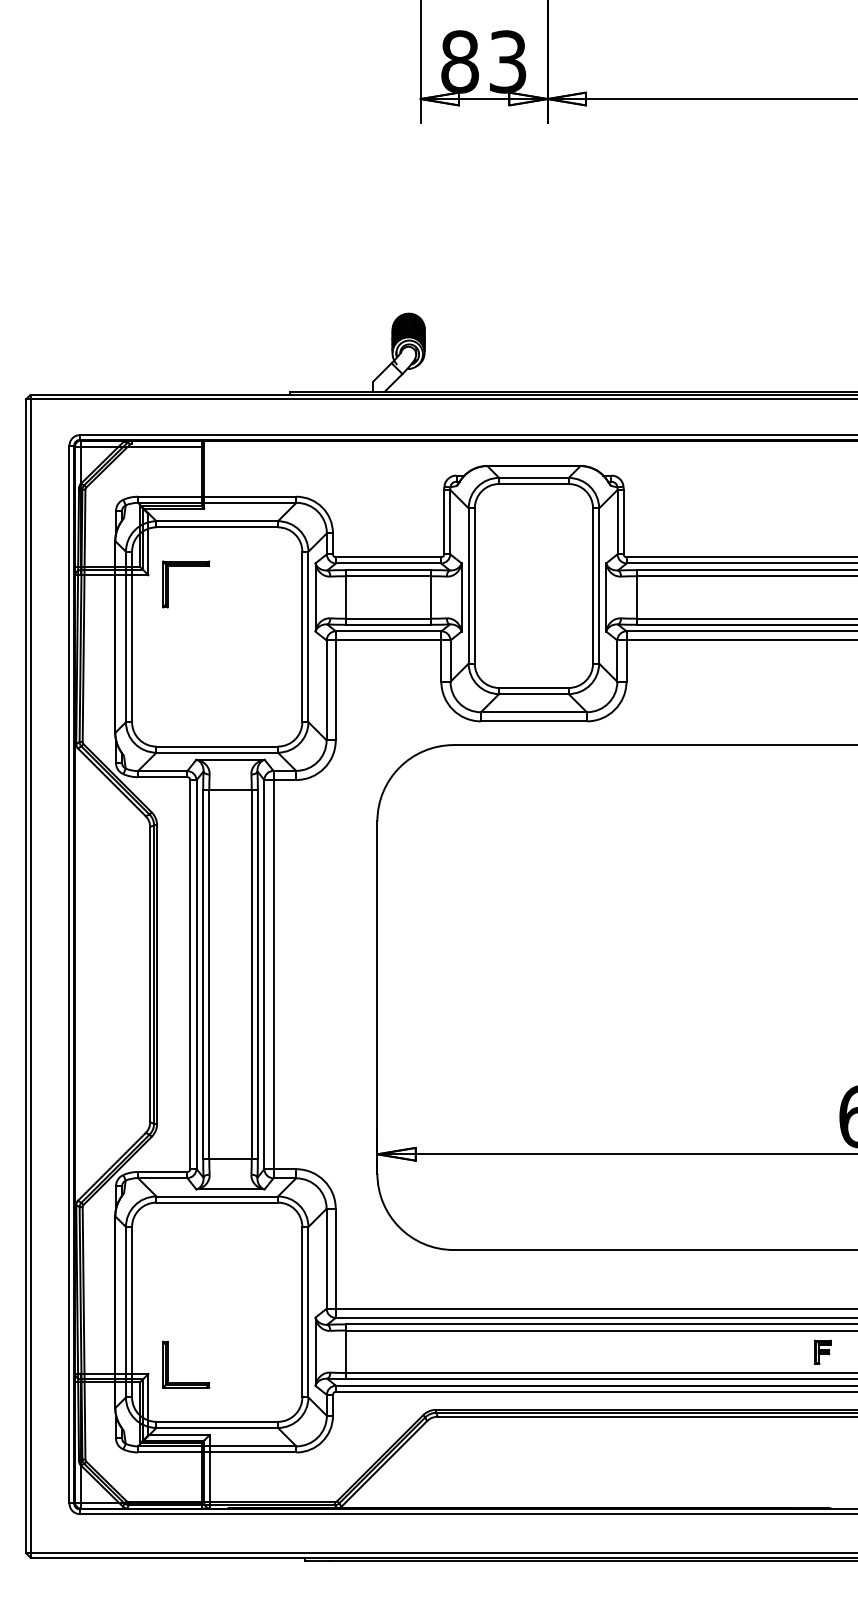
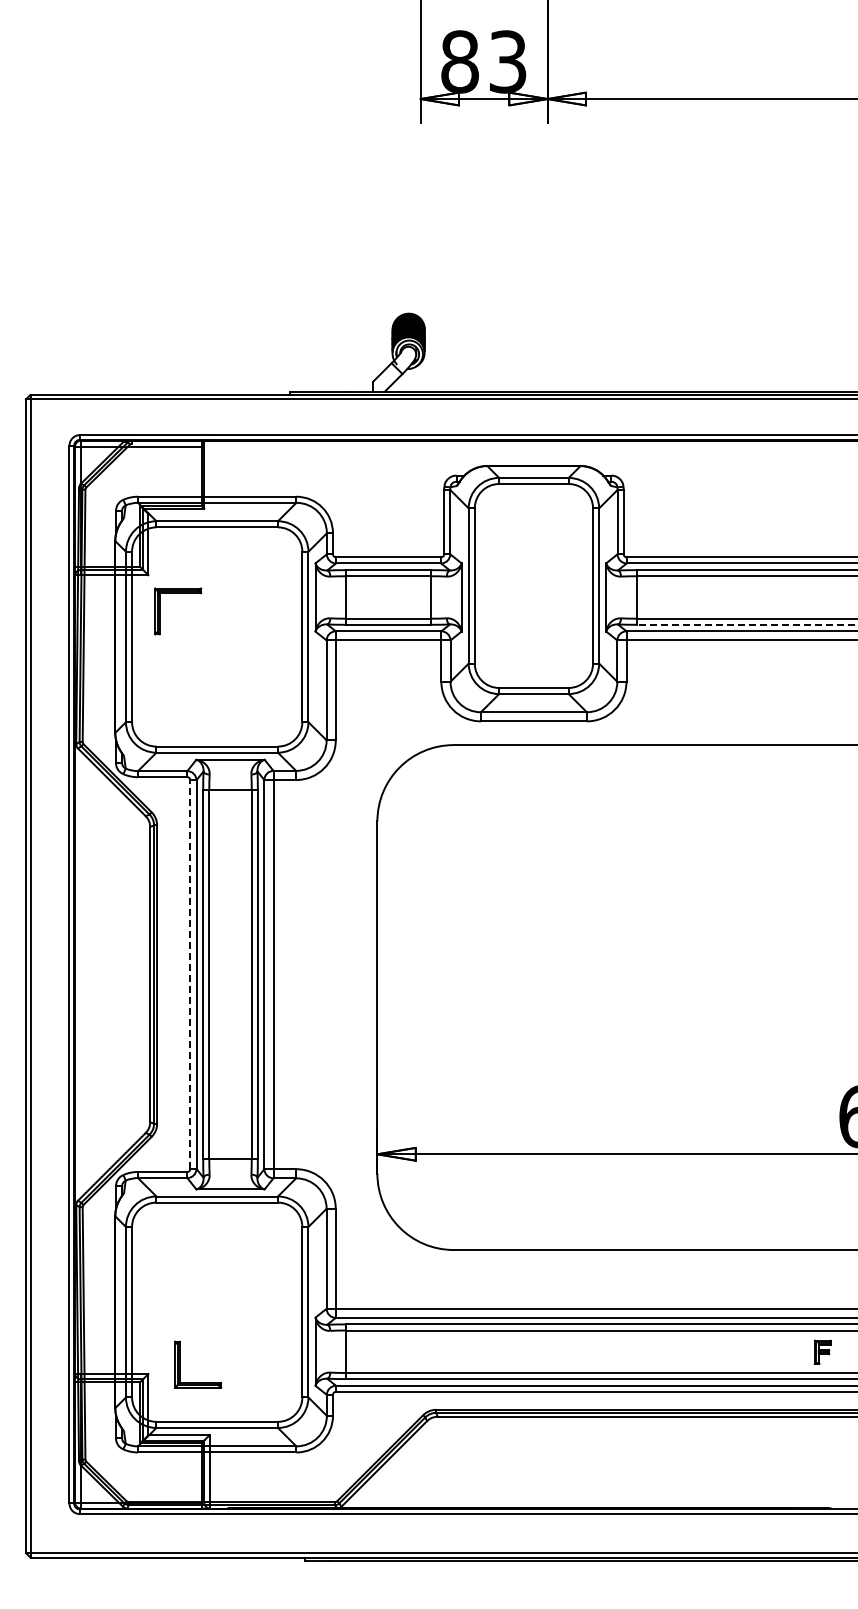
part at (186, 566) position: (186, 566) -> (178, 593)
line at (746, 624): solid -> dashed
line at (190, 974): solid -> dashed
part at (168, 1364) position: (168, 1364) -> (180, 1364)
